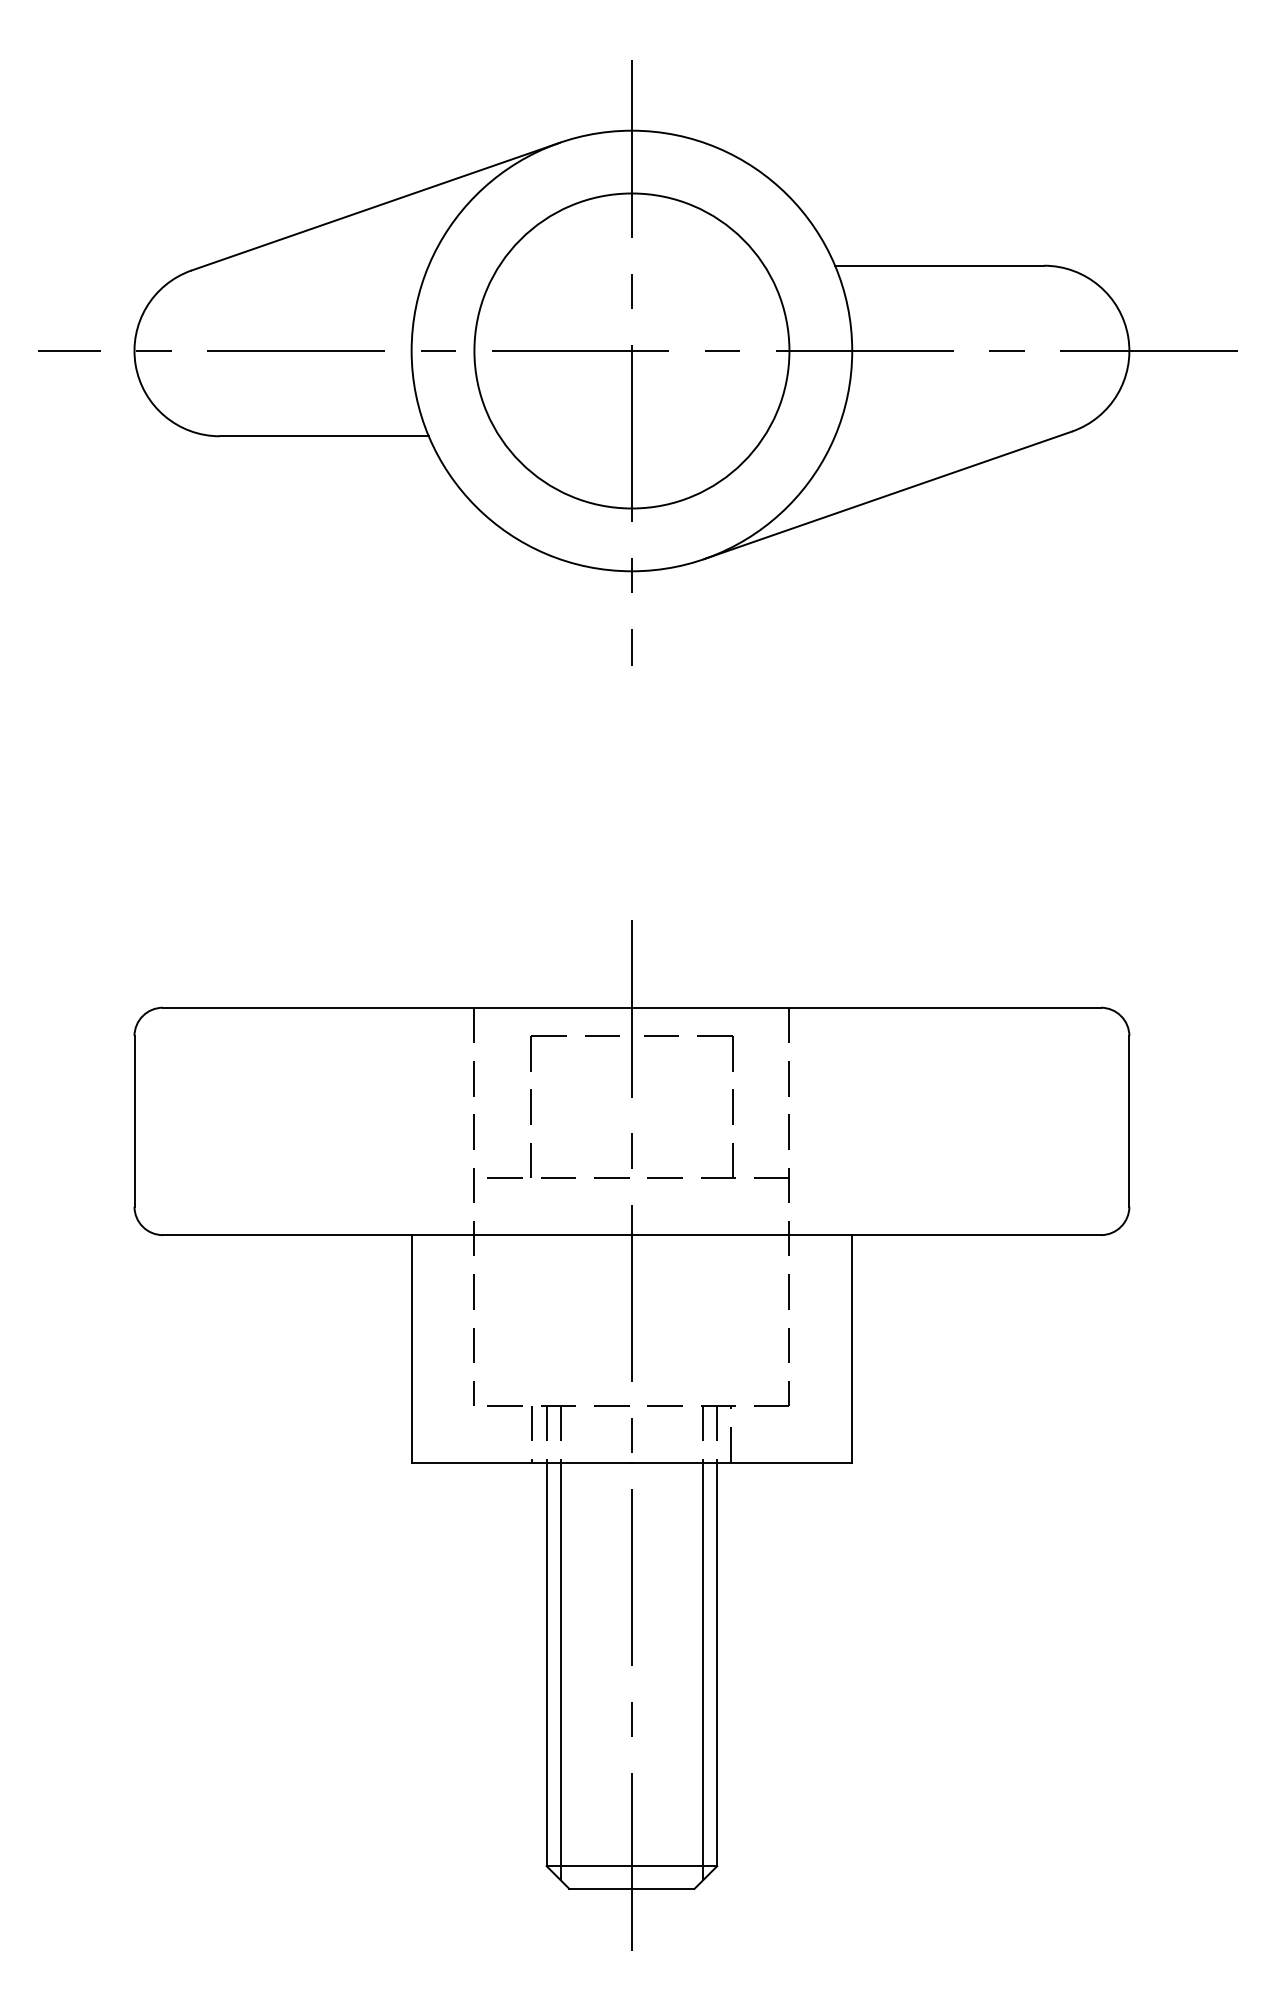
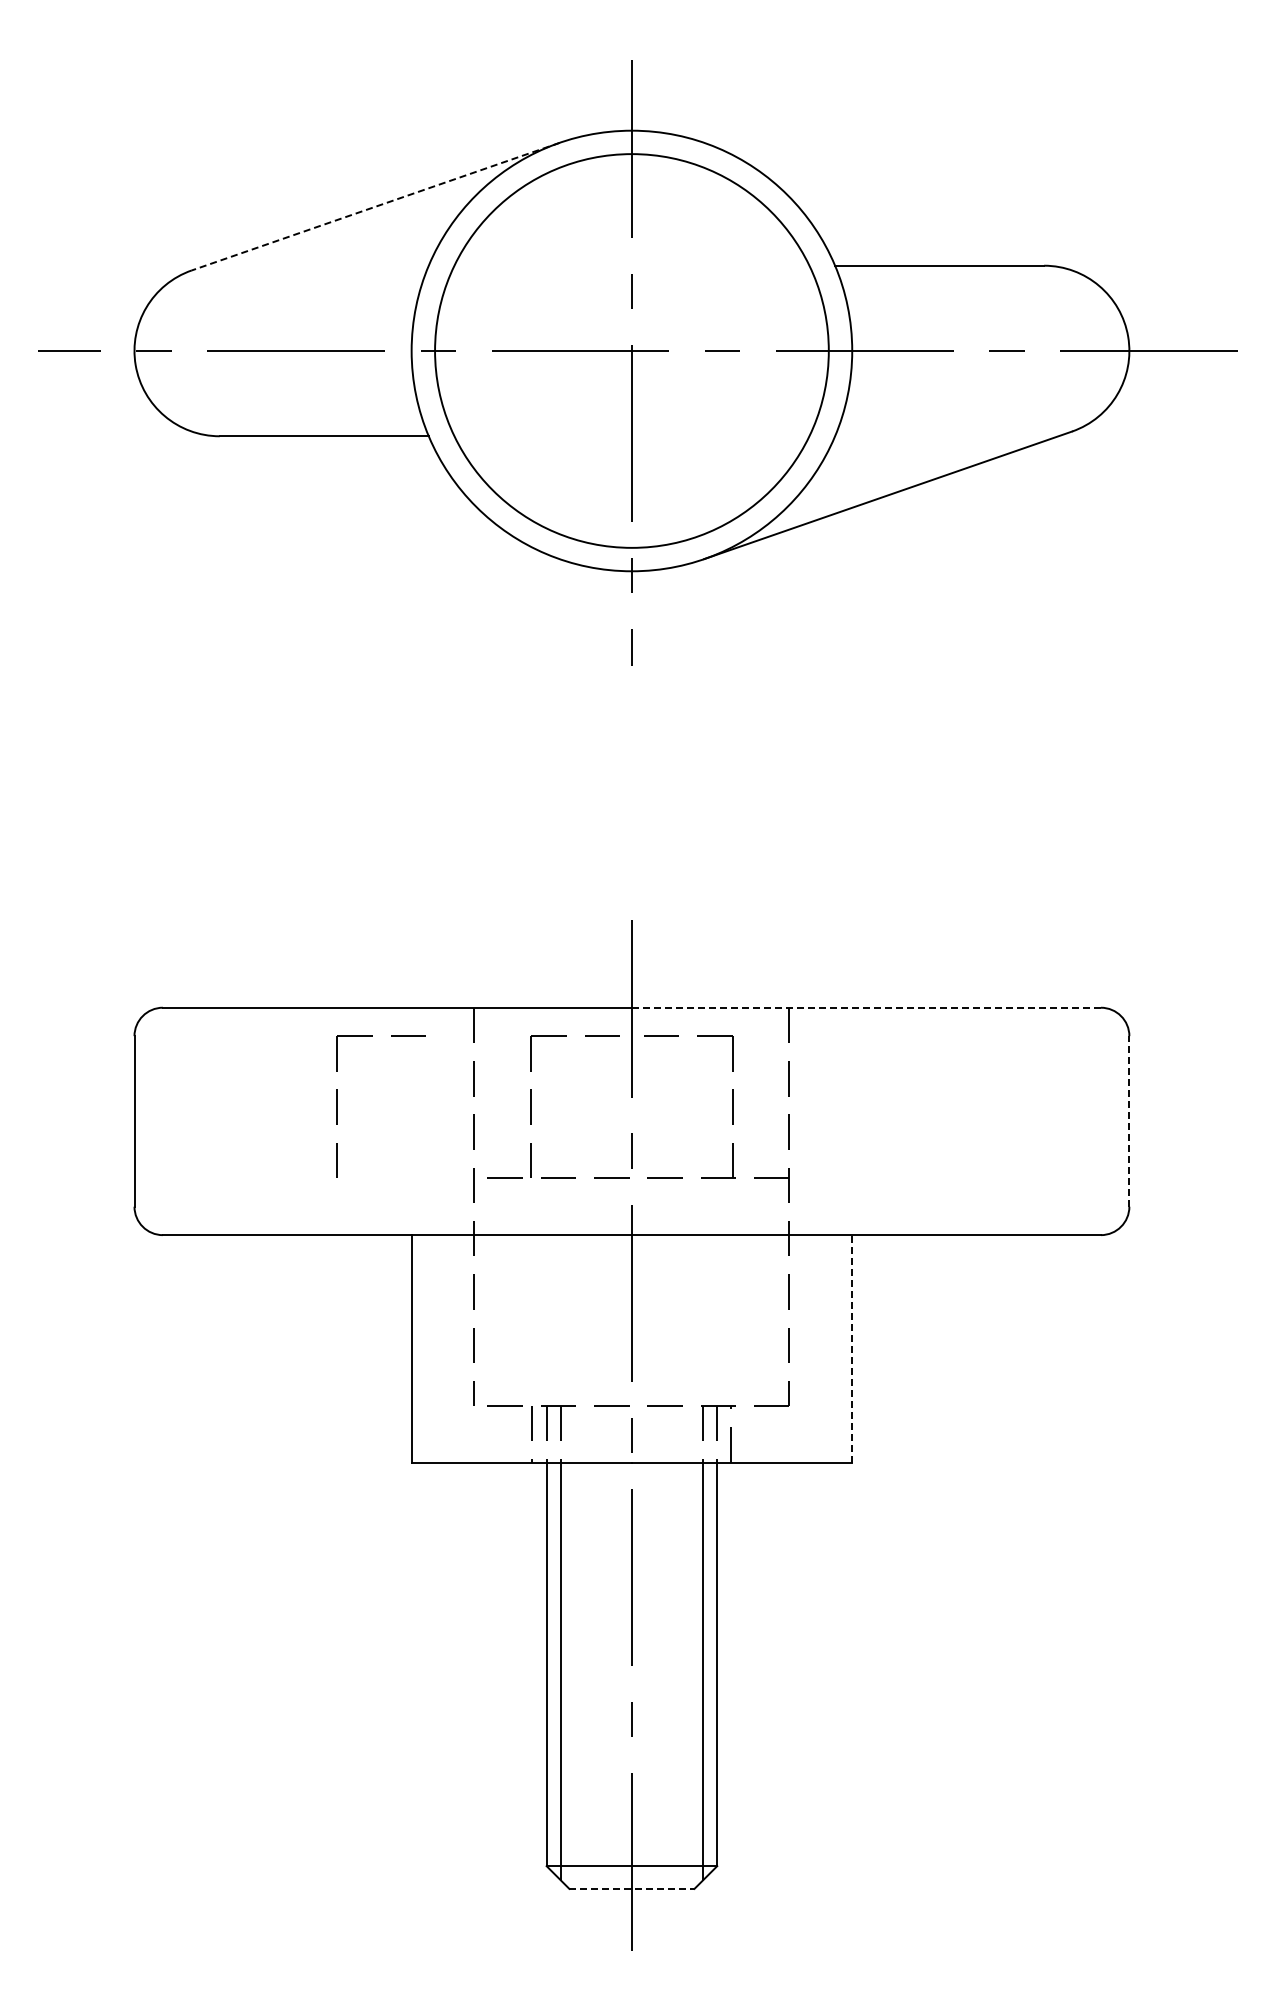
line at (375, 206): solid -> dashed
circle at (631, 350) diameter: 315 px -> 394 px
line at (866, 1007): solid -> dashed
part at (337, 1106): none -> present
line at (1129, 1120): solid -> dashed
line at (852, 1348): solid -> dashed
line at (631, 1888): solid -> dashed
